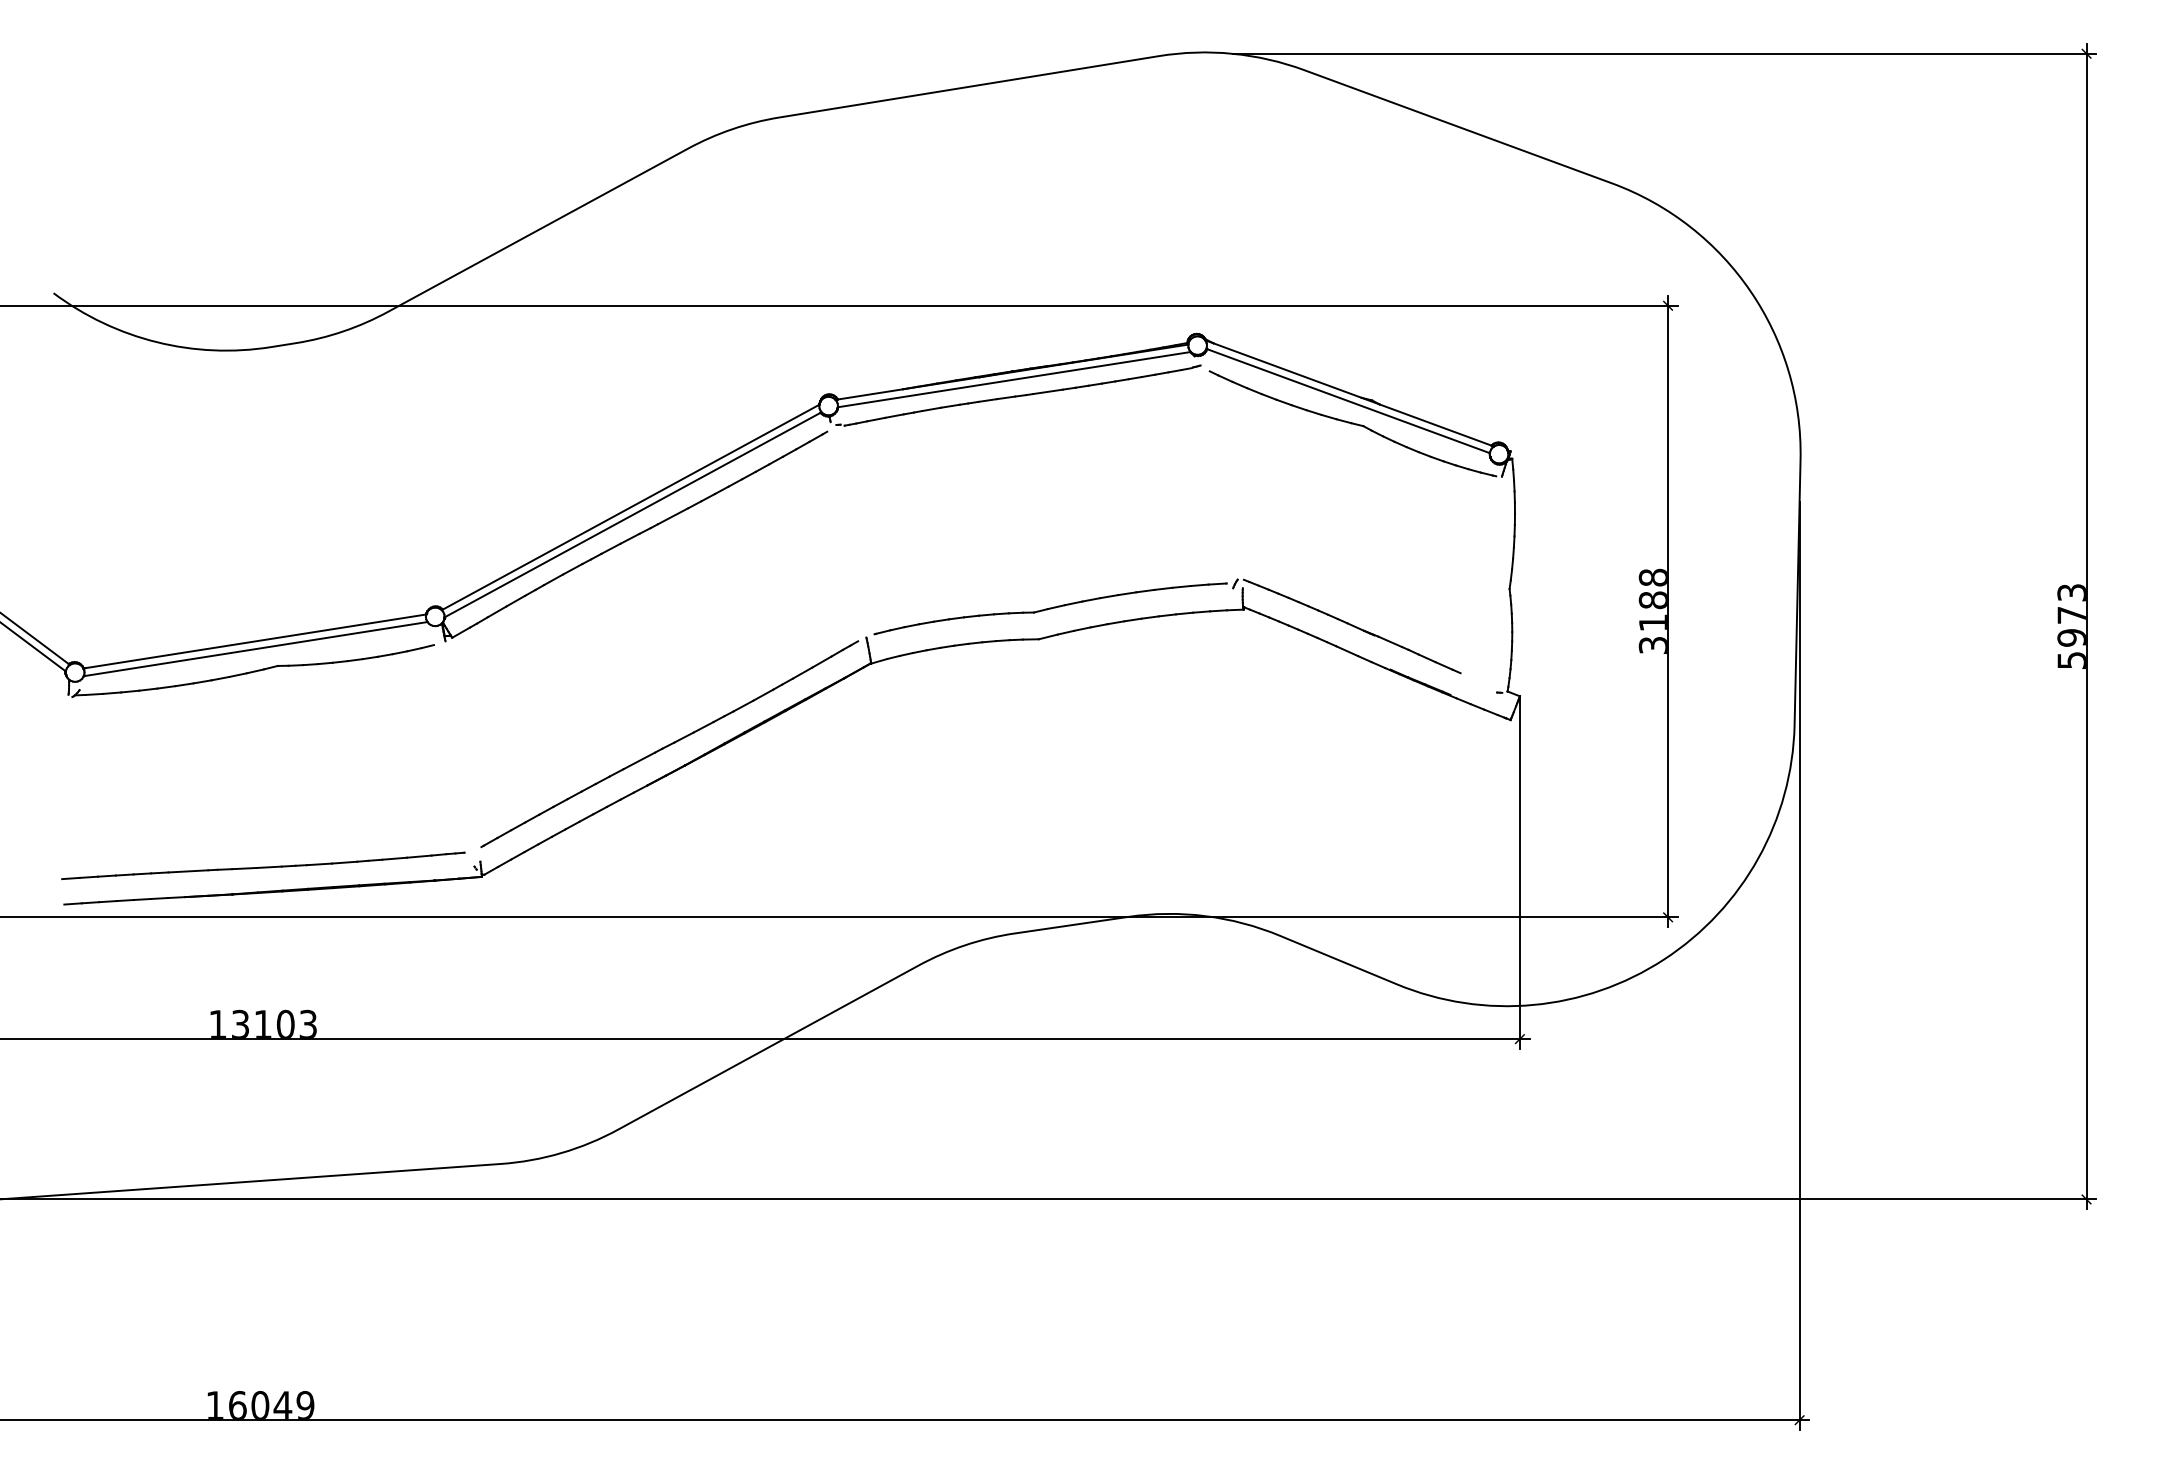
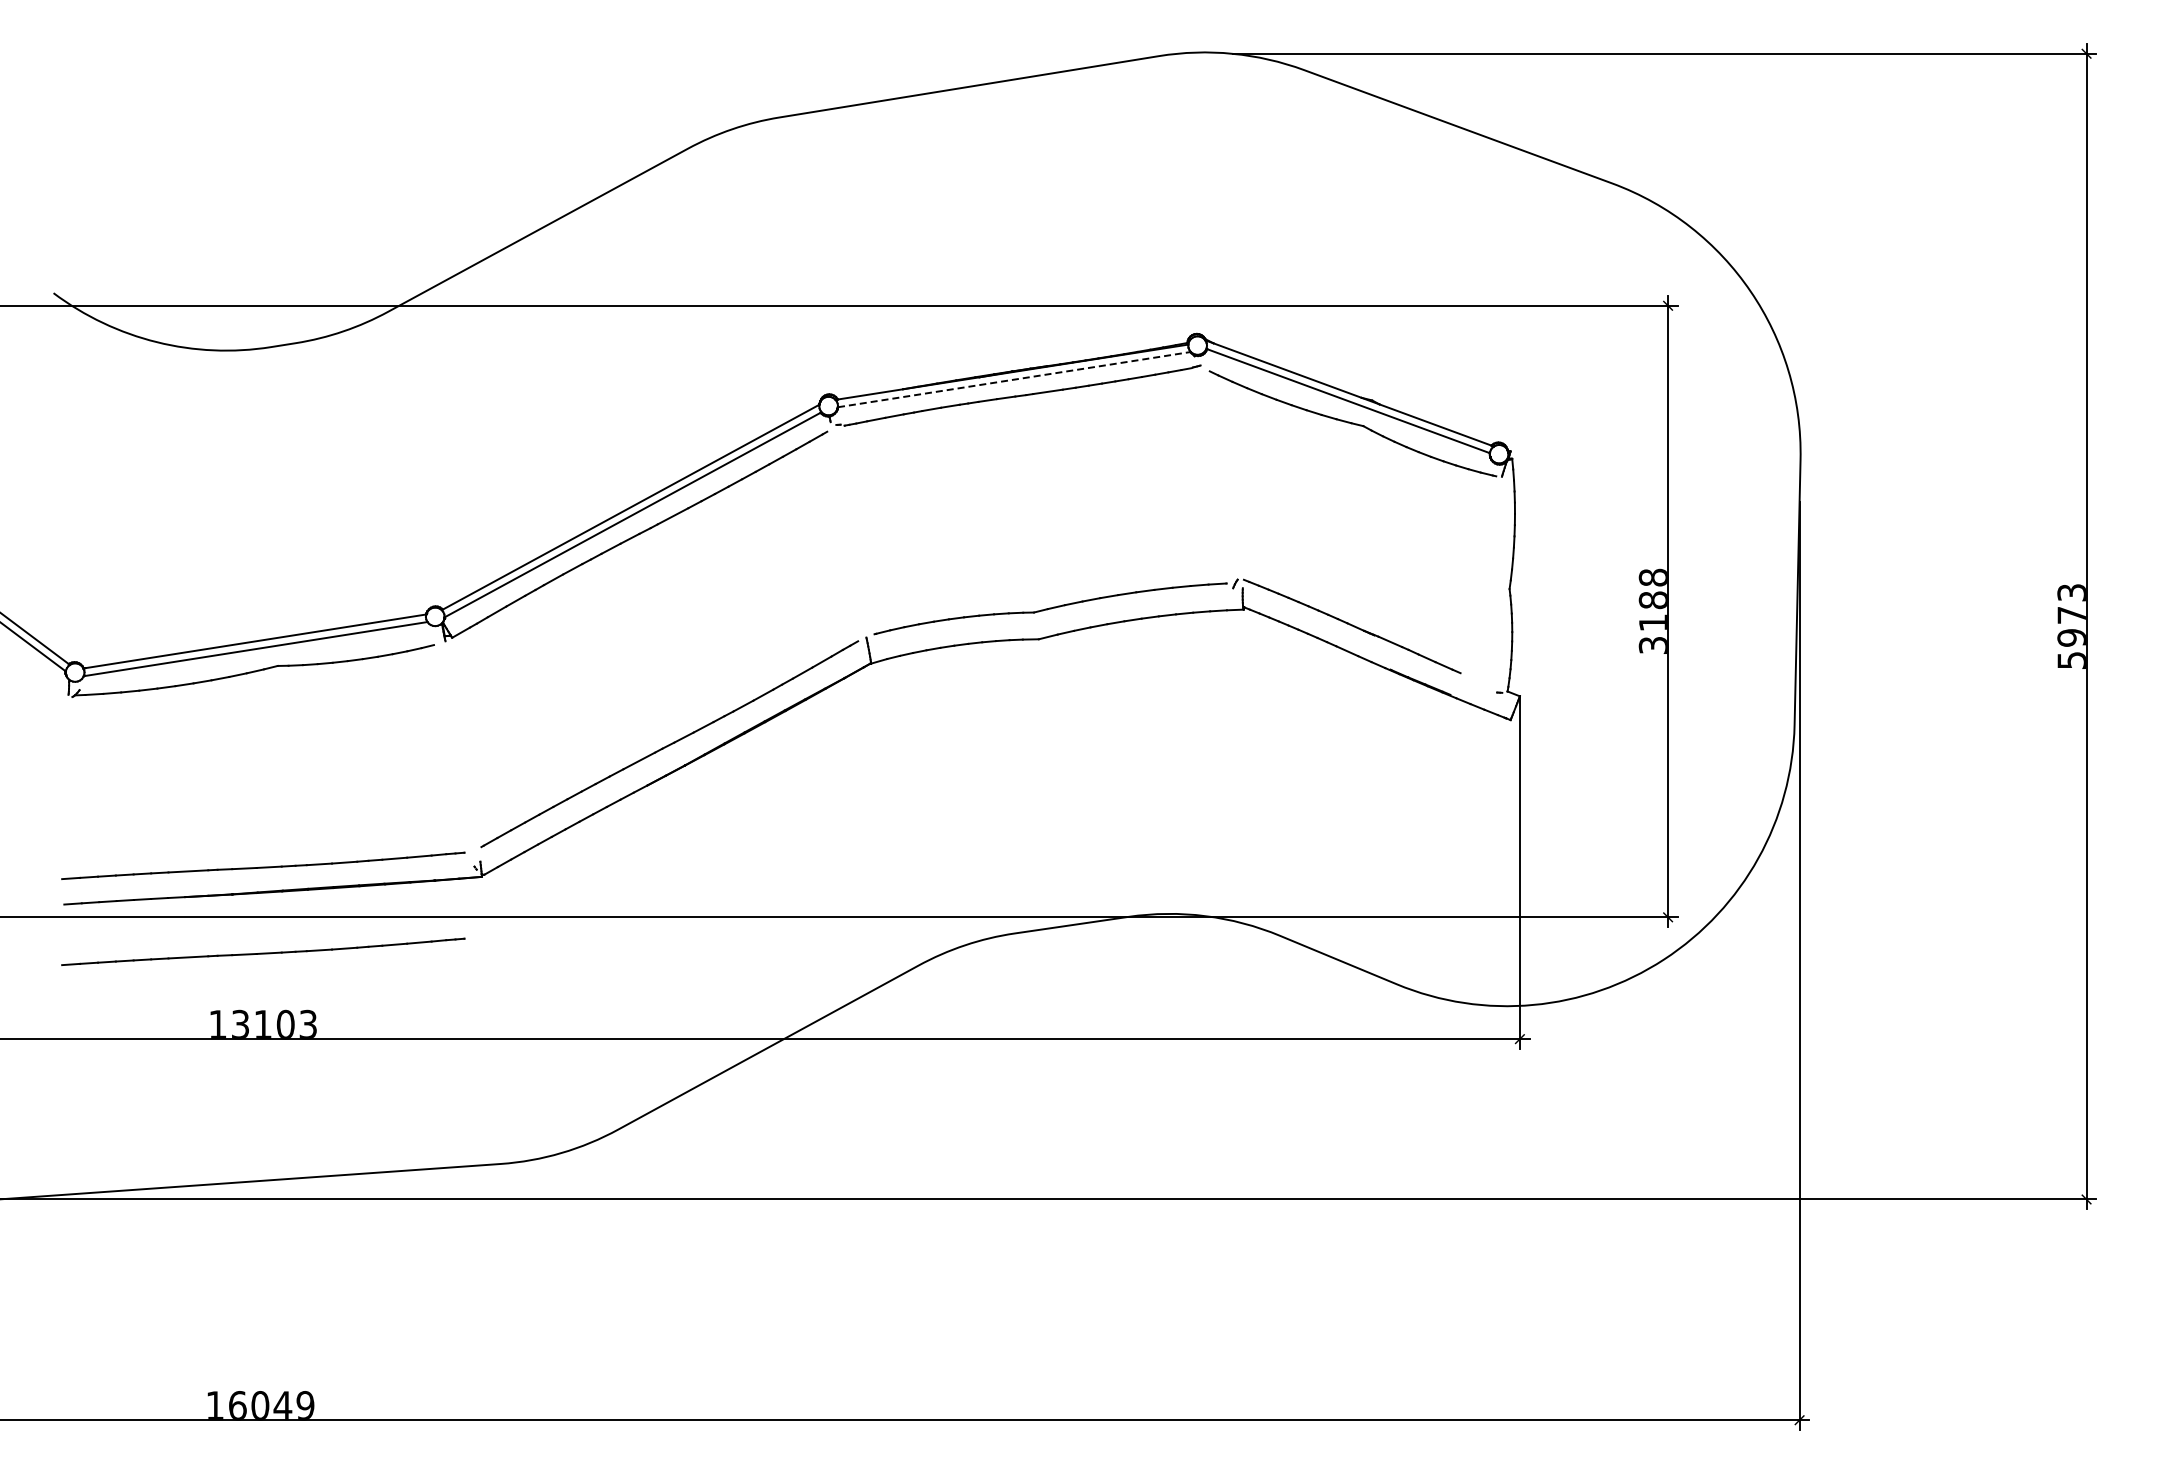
line at (1014, 379): solid -> dashed
part at (263, 951): none -> present
